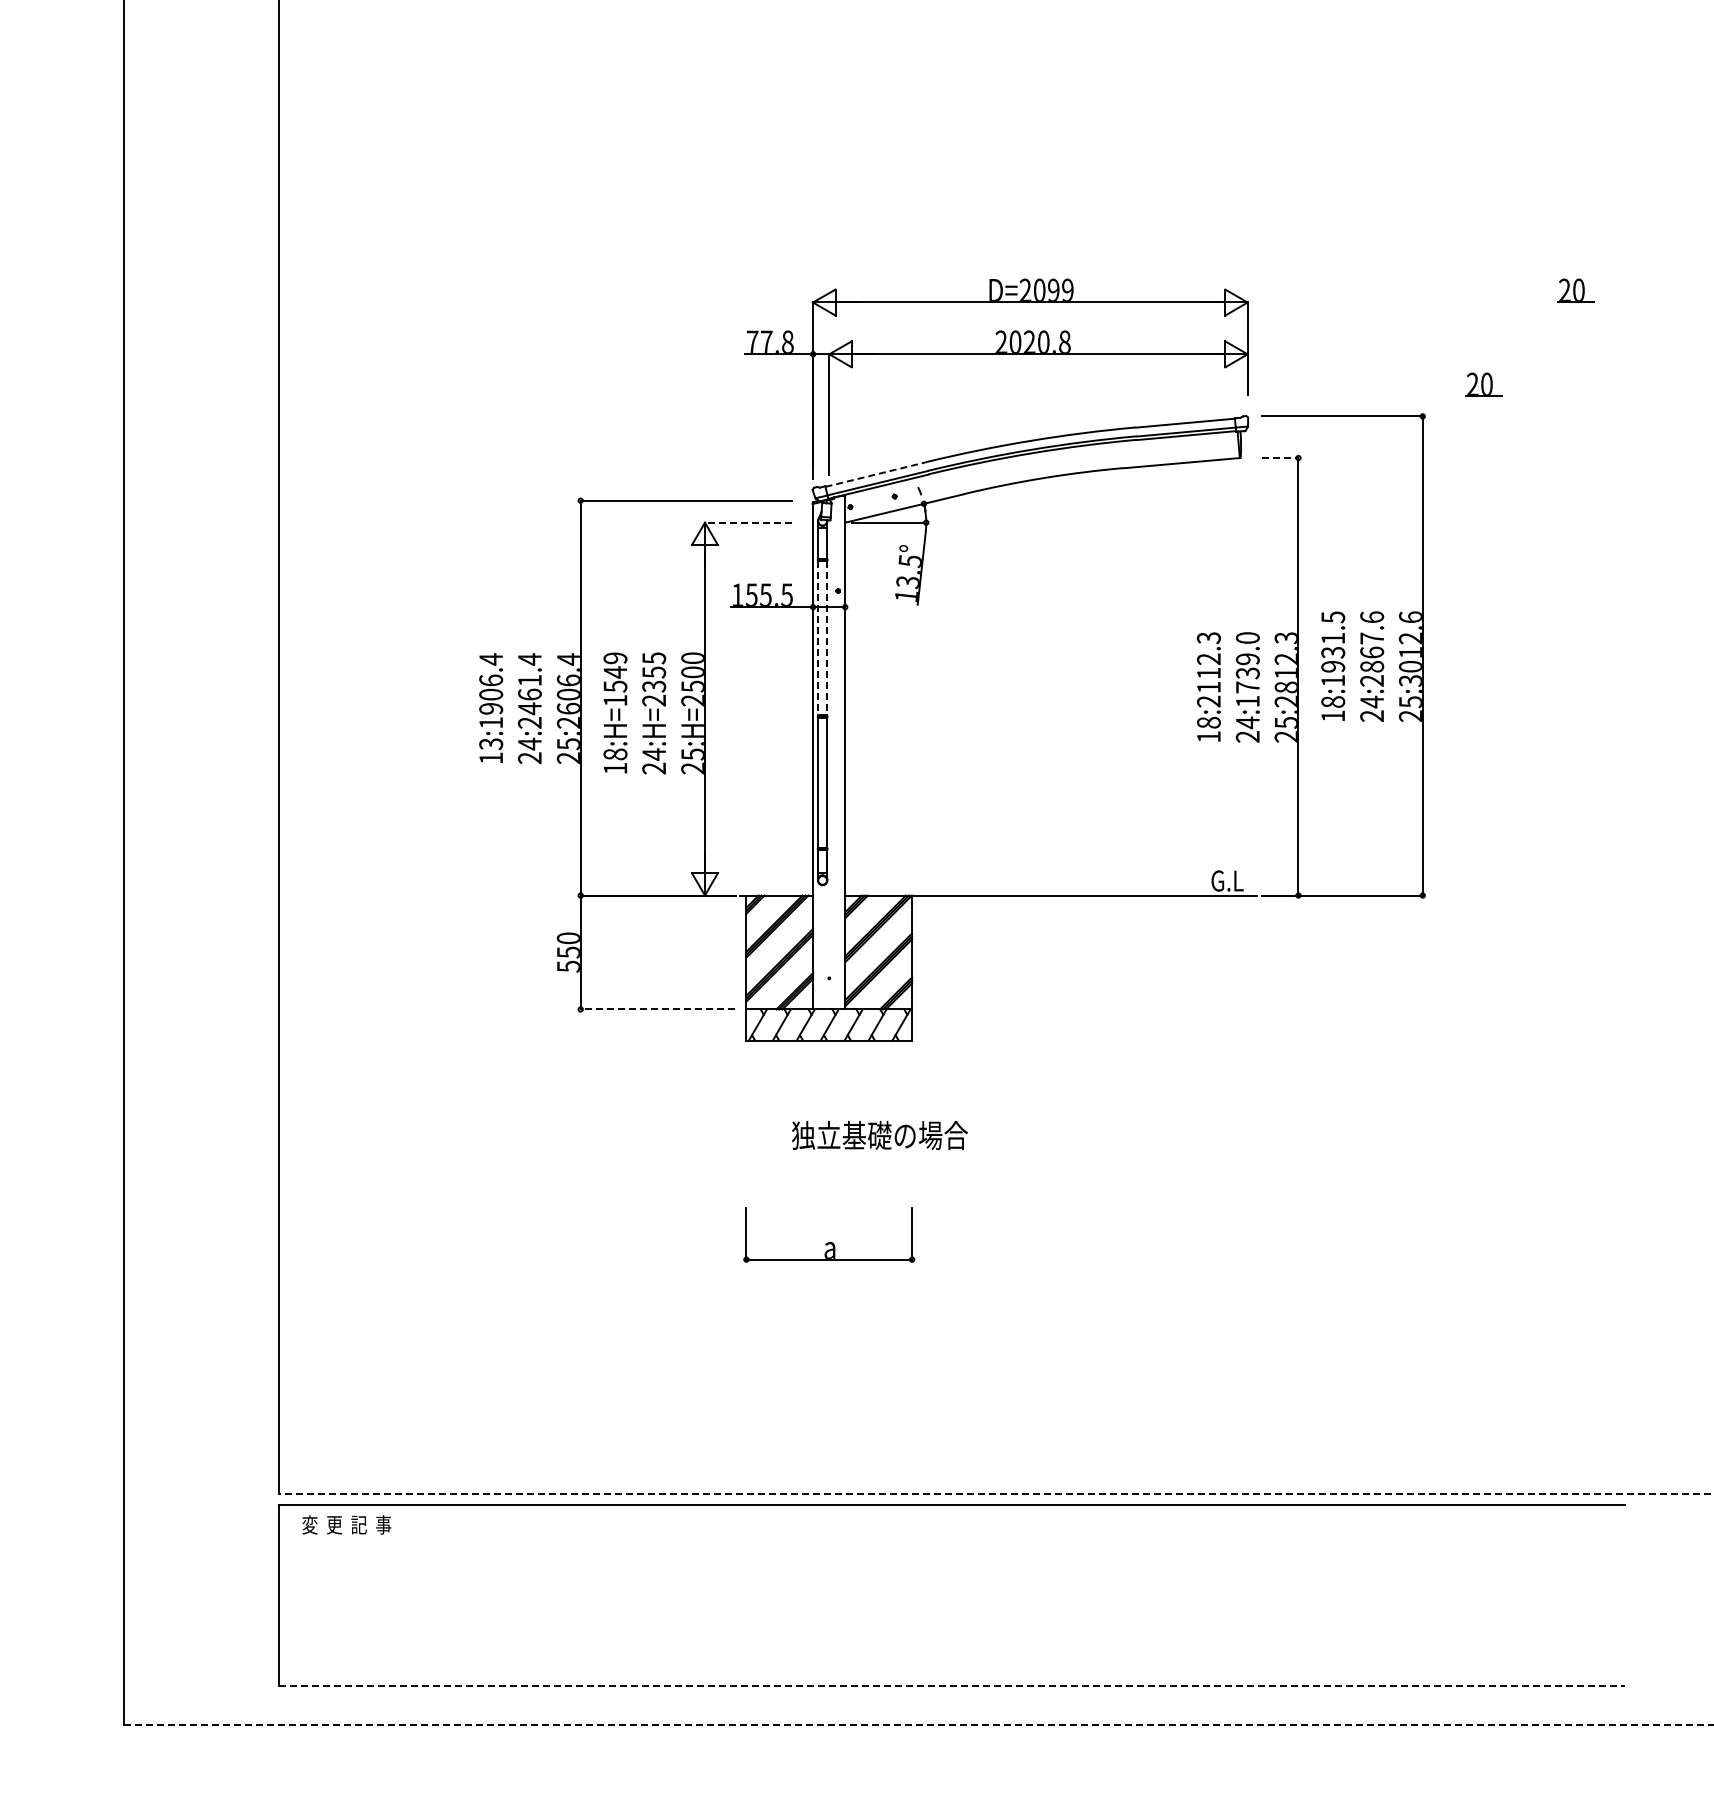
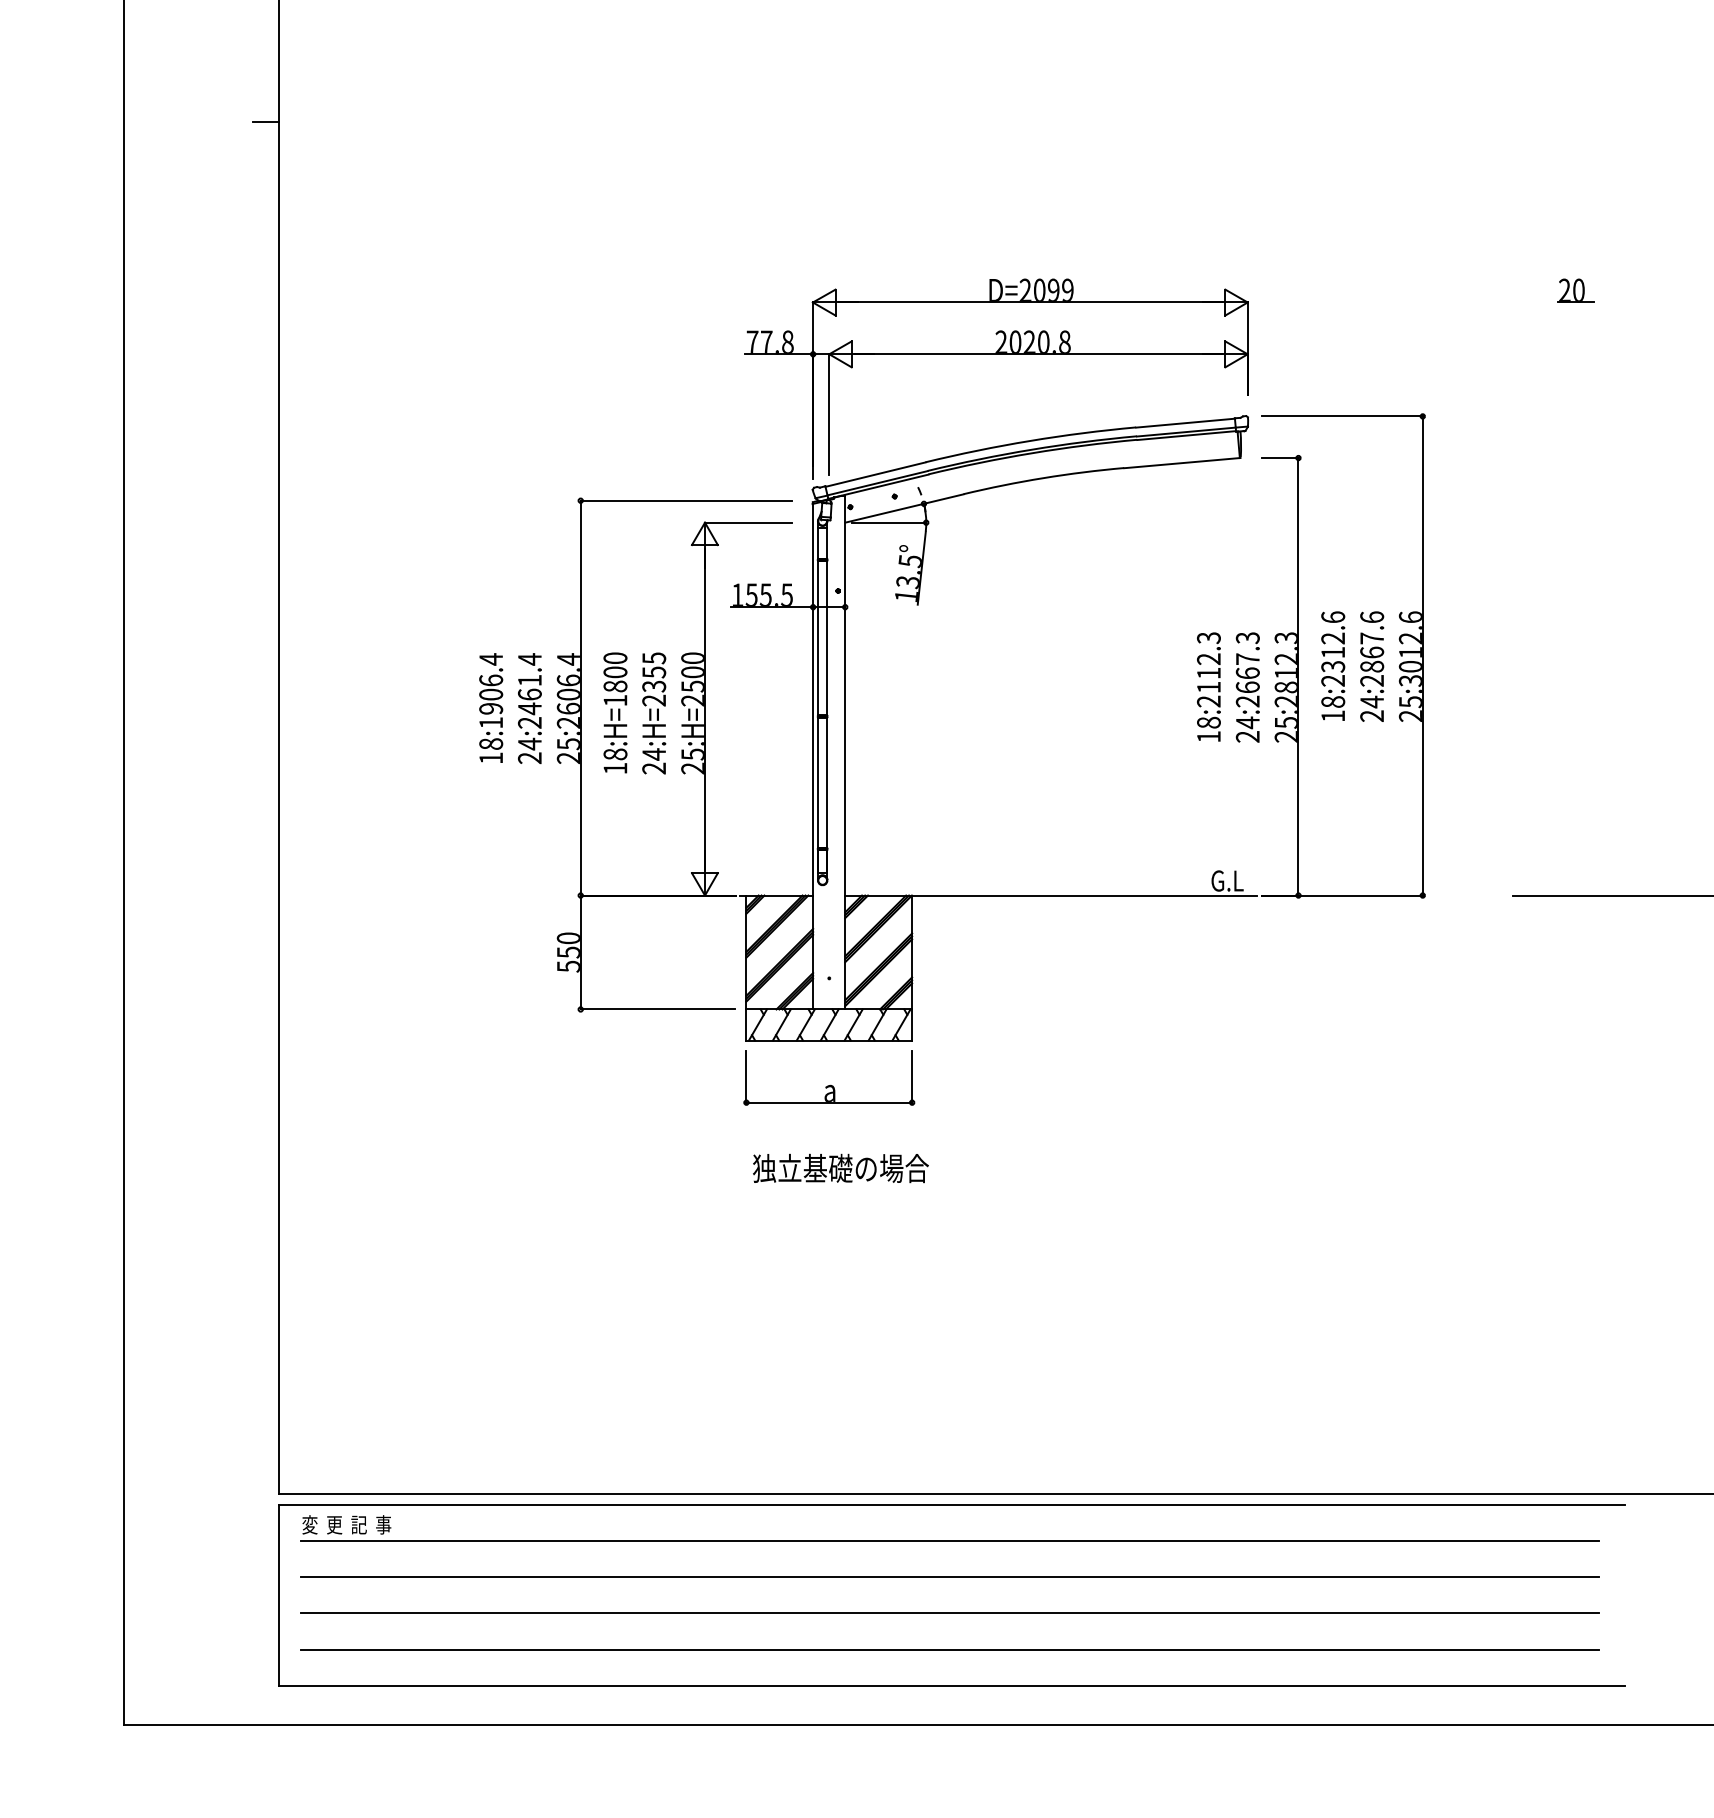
line at (265, 121): none -> present
part at (1483, 384): present -> none
line at (1280, 458): dashed -> solid
line at (876, 474): dashed -> solid
line at (748, 522): dashed -> solid
line at (818, 638): dashed -> solid
line at (827, 638): dashed -> solid
text at (1333, 648): 18:1931.5 -> 18:2312.6
text at (1247, 669): 24:1739.0 -> 24:2667.3
text at (615, 672): 18:H=1549 -> 18:H=1800
text at (490, 744): 13:1906.4 -> 18:1906.4
line at (1611, 895): none -> present
line at (657, 1009): dashed -> solid
text at (879, 1135) position: (879, 1135) -> (840, 1168)
part at (830, 1241) position: (830, 1241) -> (830, 1084)
line at (995, 1494): dashed -> solid
line at (949, 1540): none -> present
line at (949, 1577): none -> present
line at (949, 1613): none -> present
line at (949, 1649): none -> present
line at (952, 1685): dashed -> solid
line at (918, 1724): dashed -> solid
